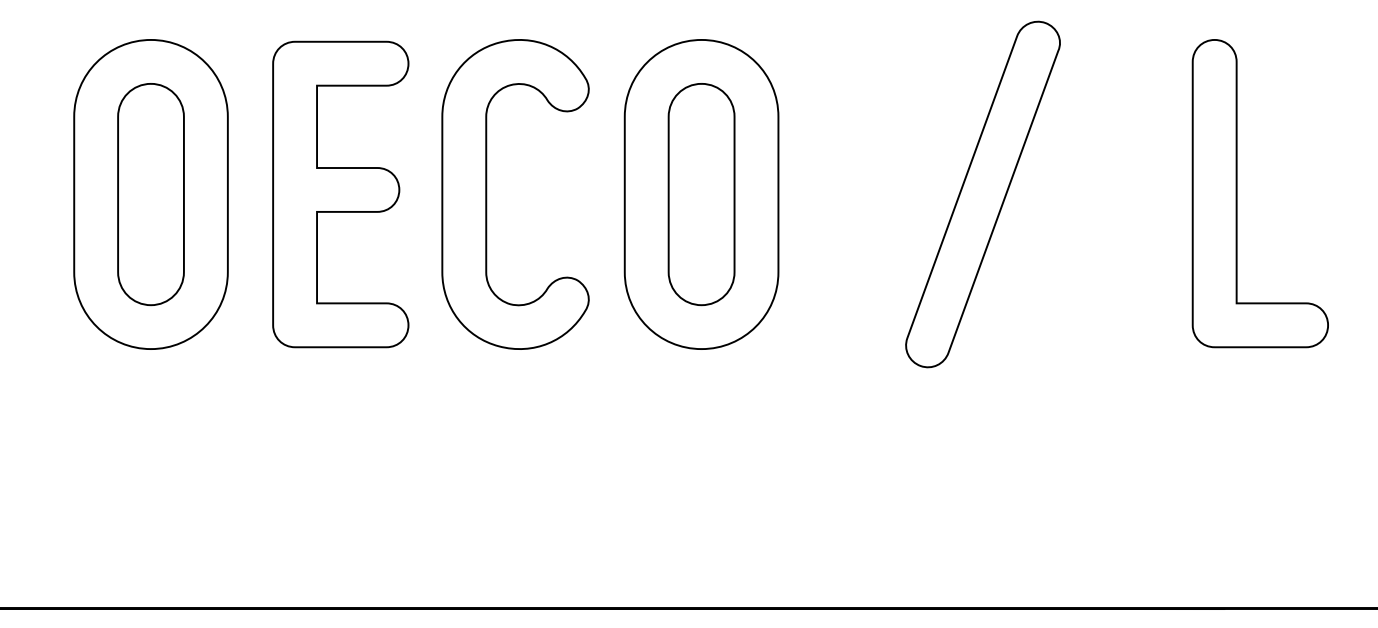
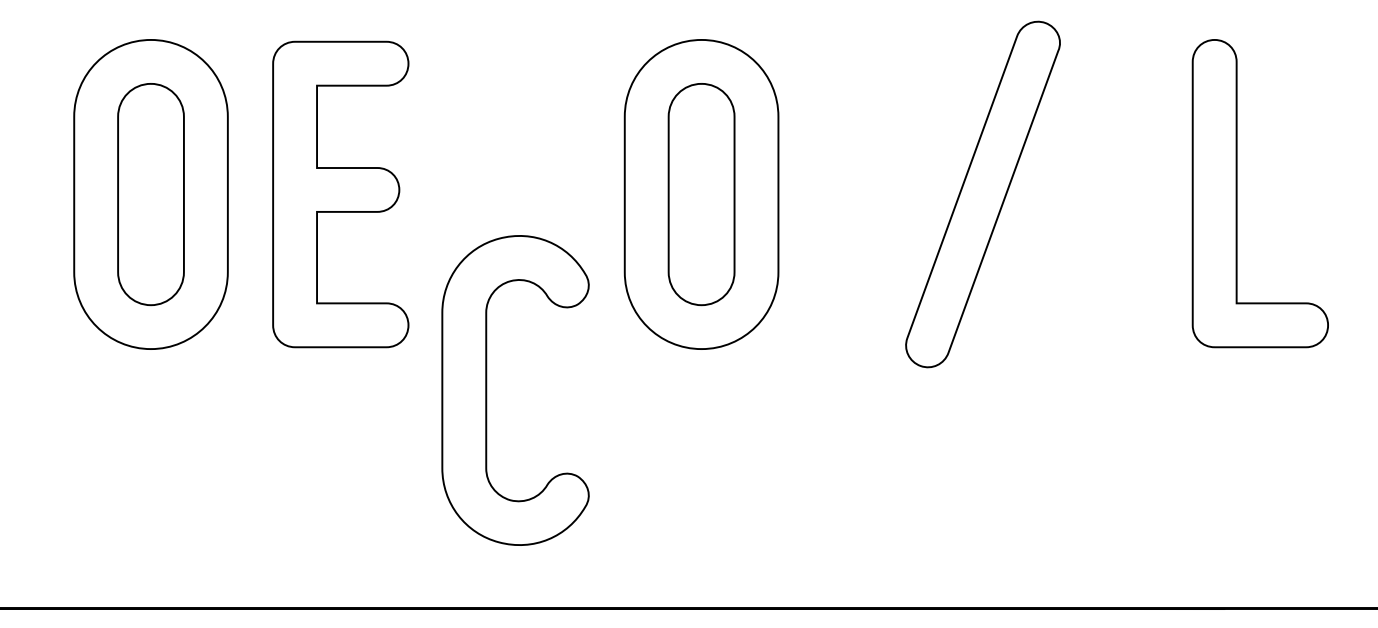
part at (487, 194) position: (487, 194) -> (487, 390)
